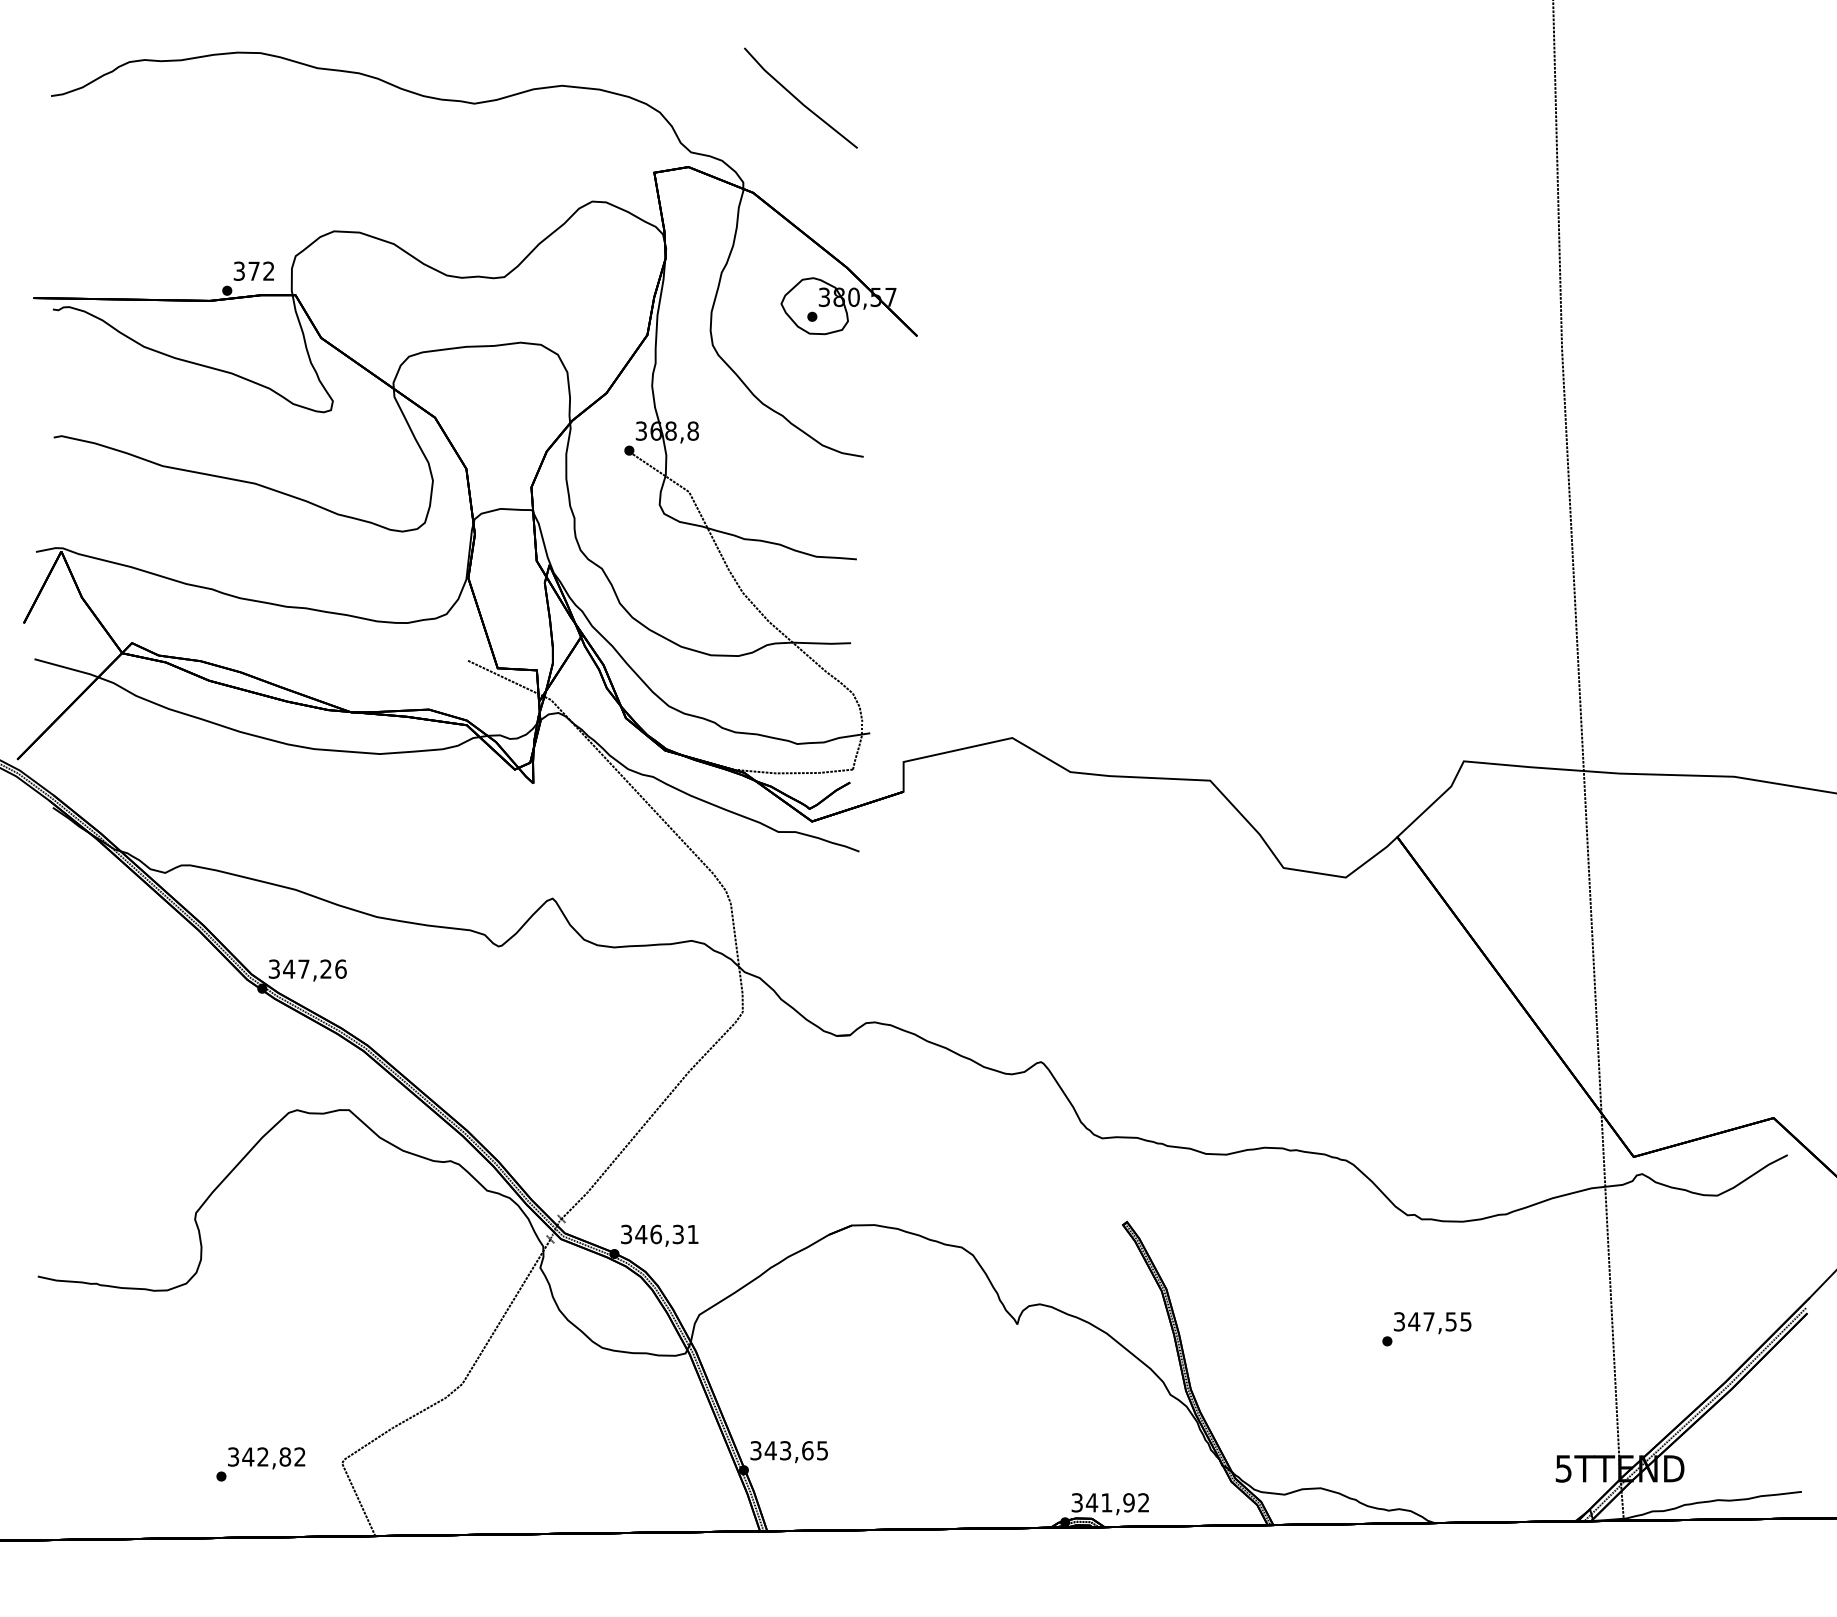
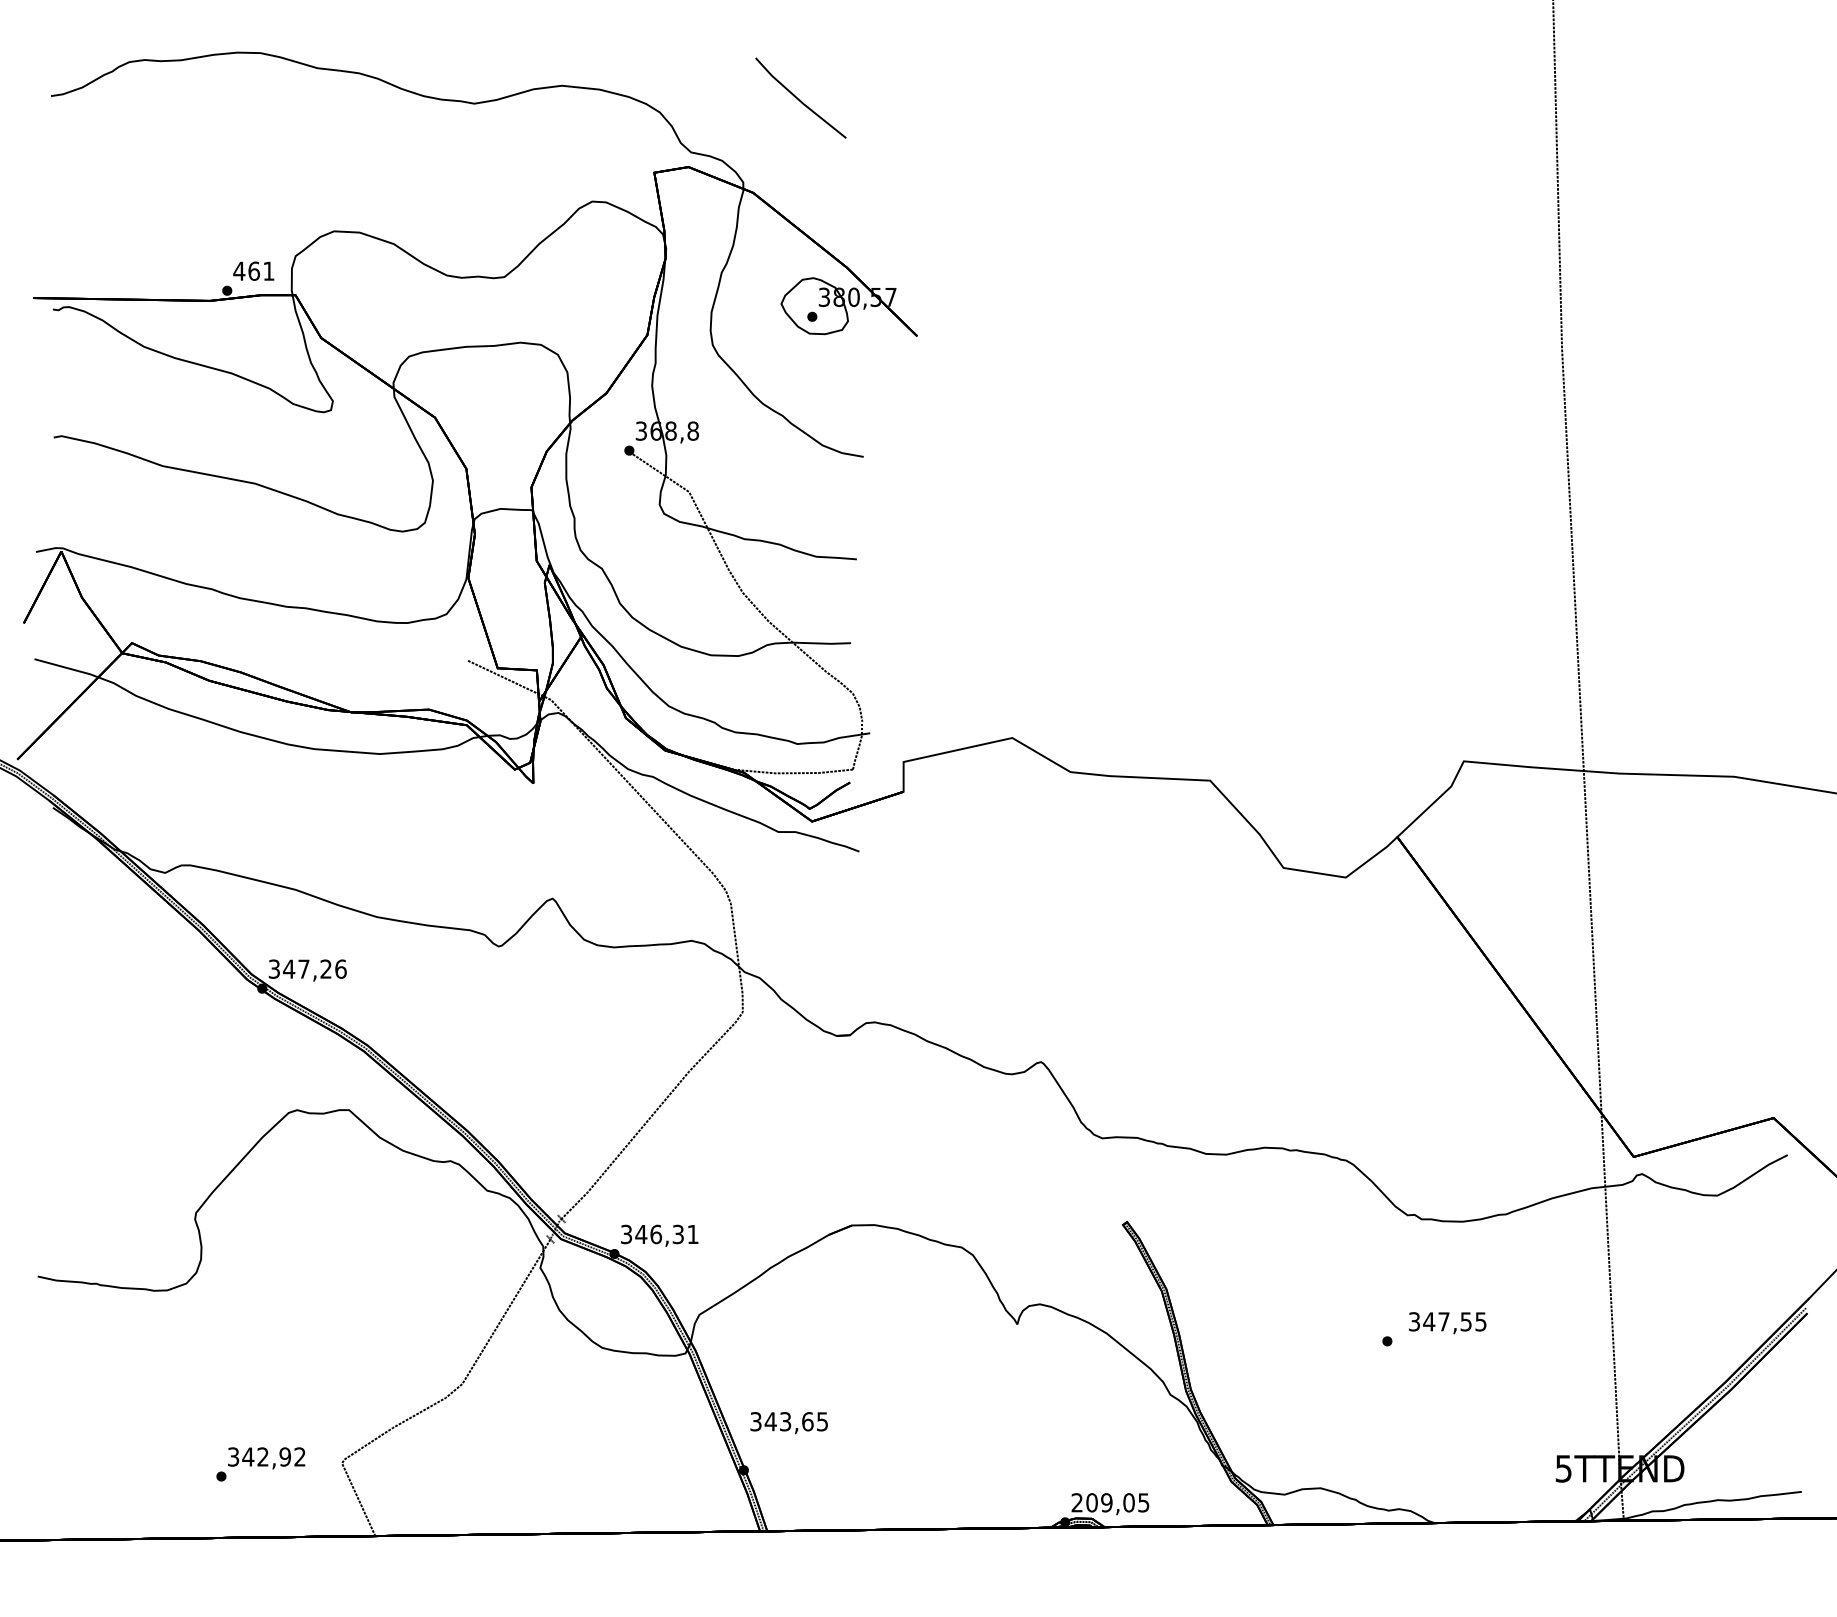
part at (800, 97) size: 114x102 px -> 92x82 px
text at (253, 270): 372 -> 461
text at (1432, 1323) position: (1432, 1323) -> (1447, 1323)
text at (788, 1452) position: (788, 1452) -> (788, 1423)
text at (285, 1456): 342,82 -> 342,92
text at (1110, 1502): 341,92 -> 209,05
